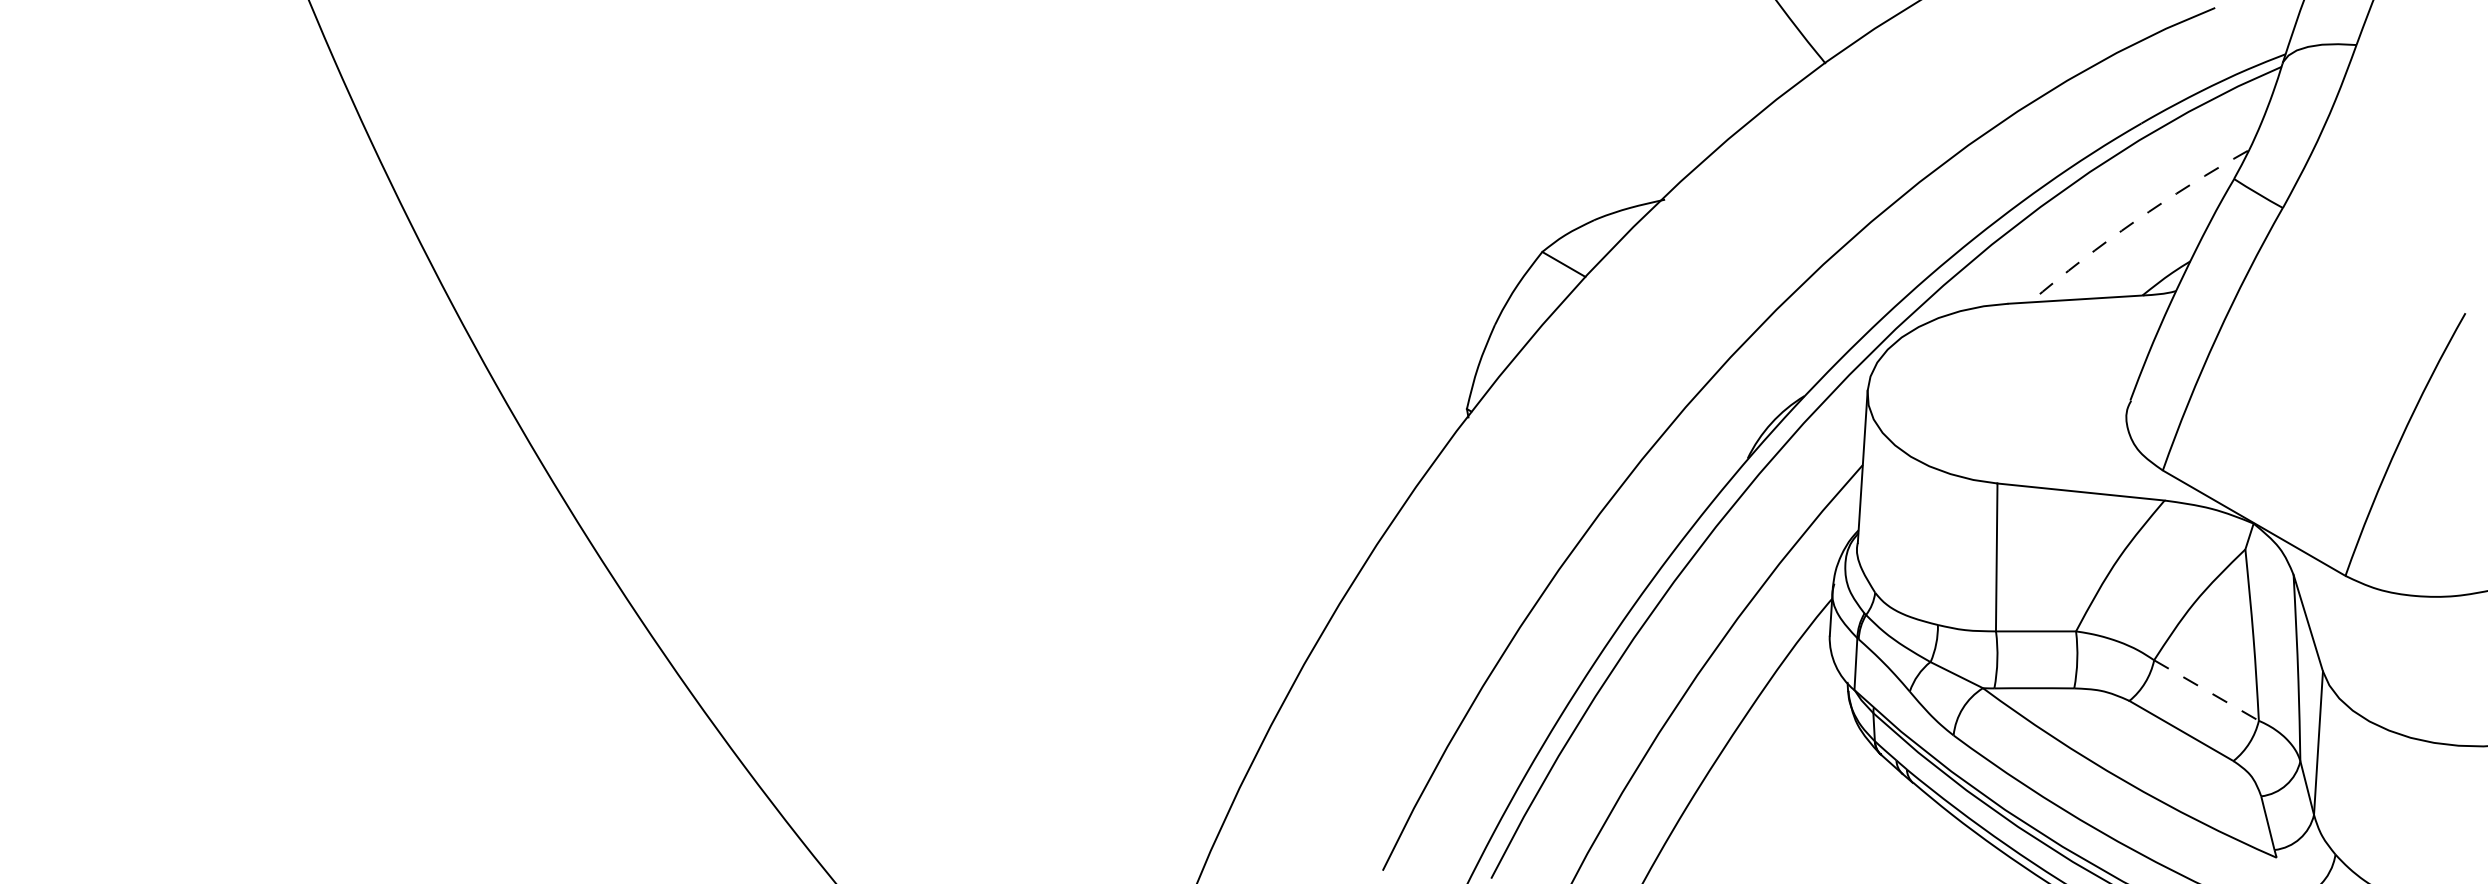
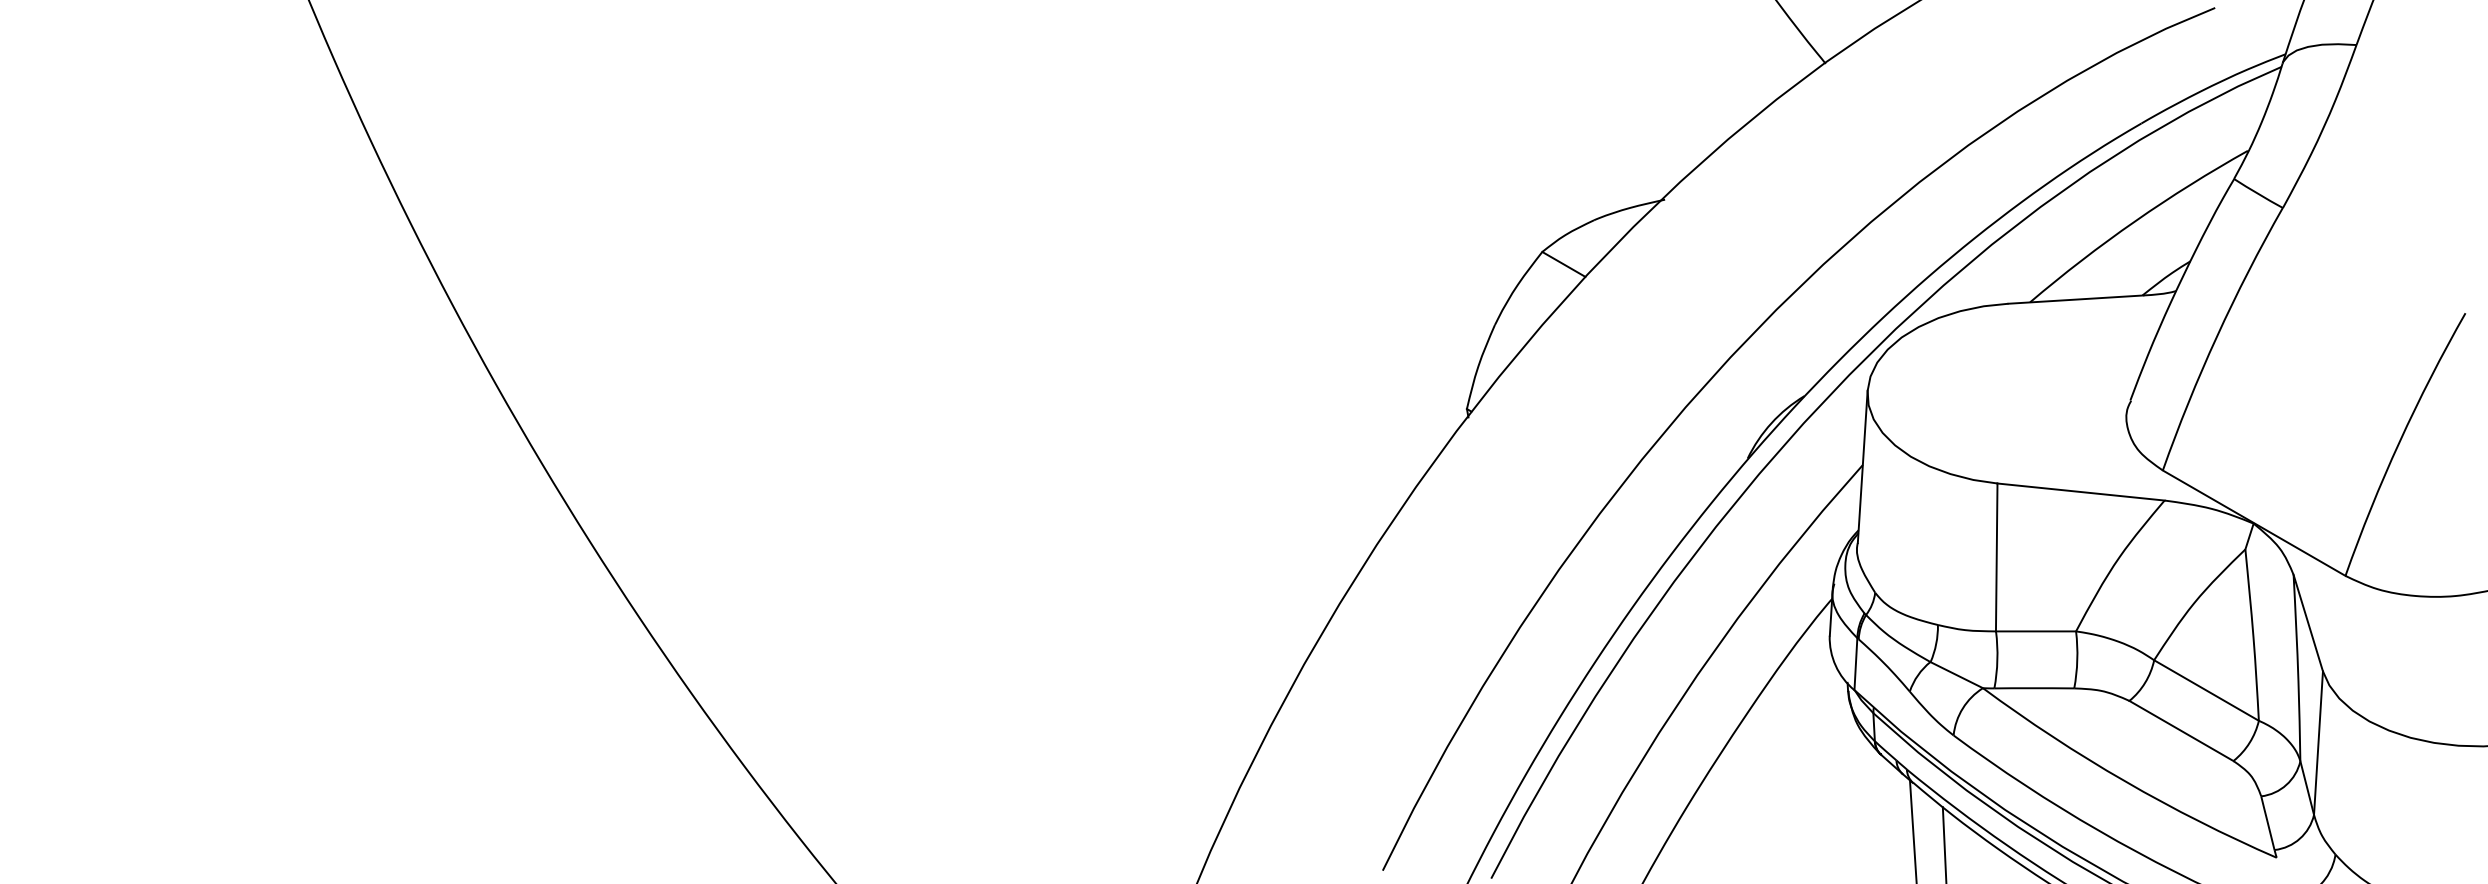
arc at (2135, 221): dashed -> solid
line at (2206, 690): dashed -> solid
line at (1912, 830): none -> present
line at (1944, 843): none -> present
